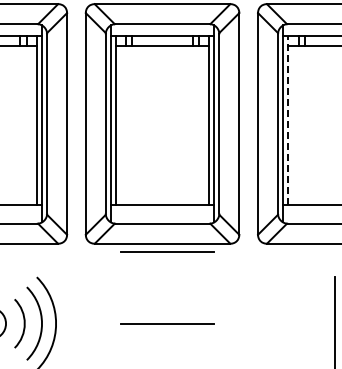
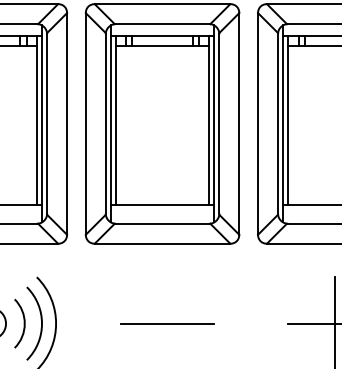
line at (288, 119): dashed -> solid
line at (167, 251): present -> none
line at (313, 323): none -> present
